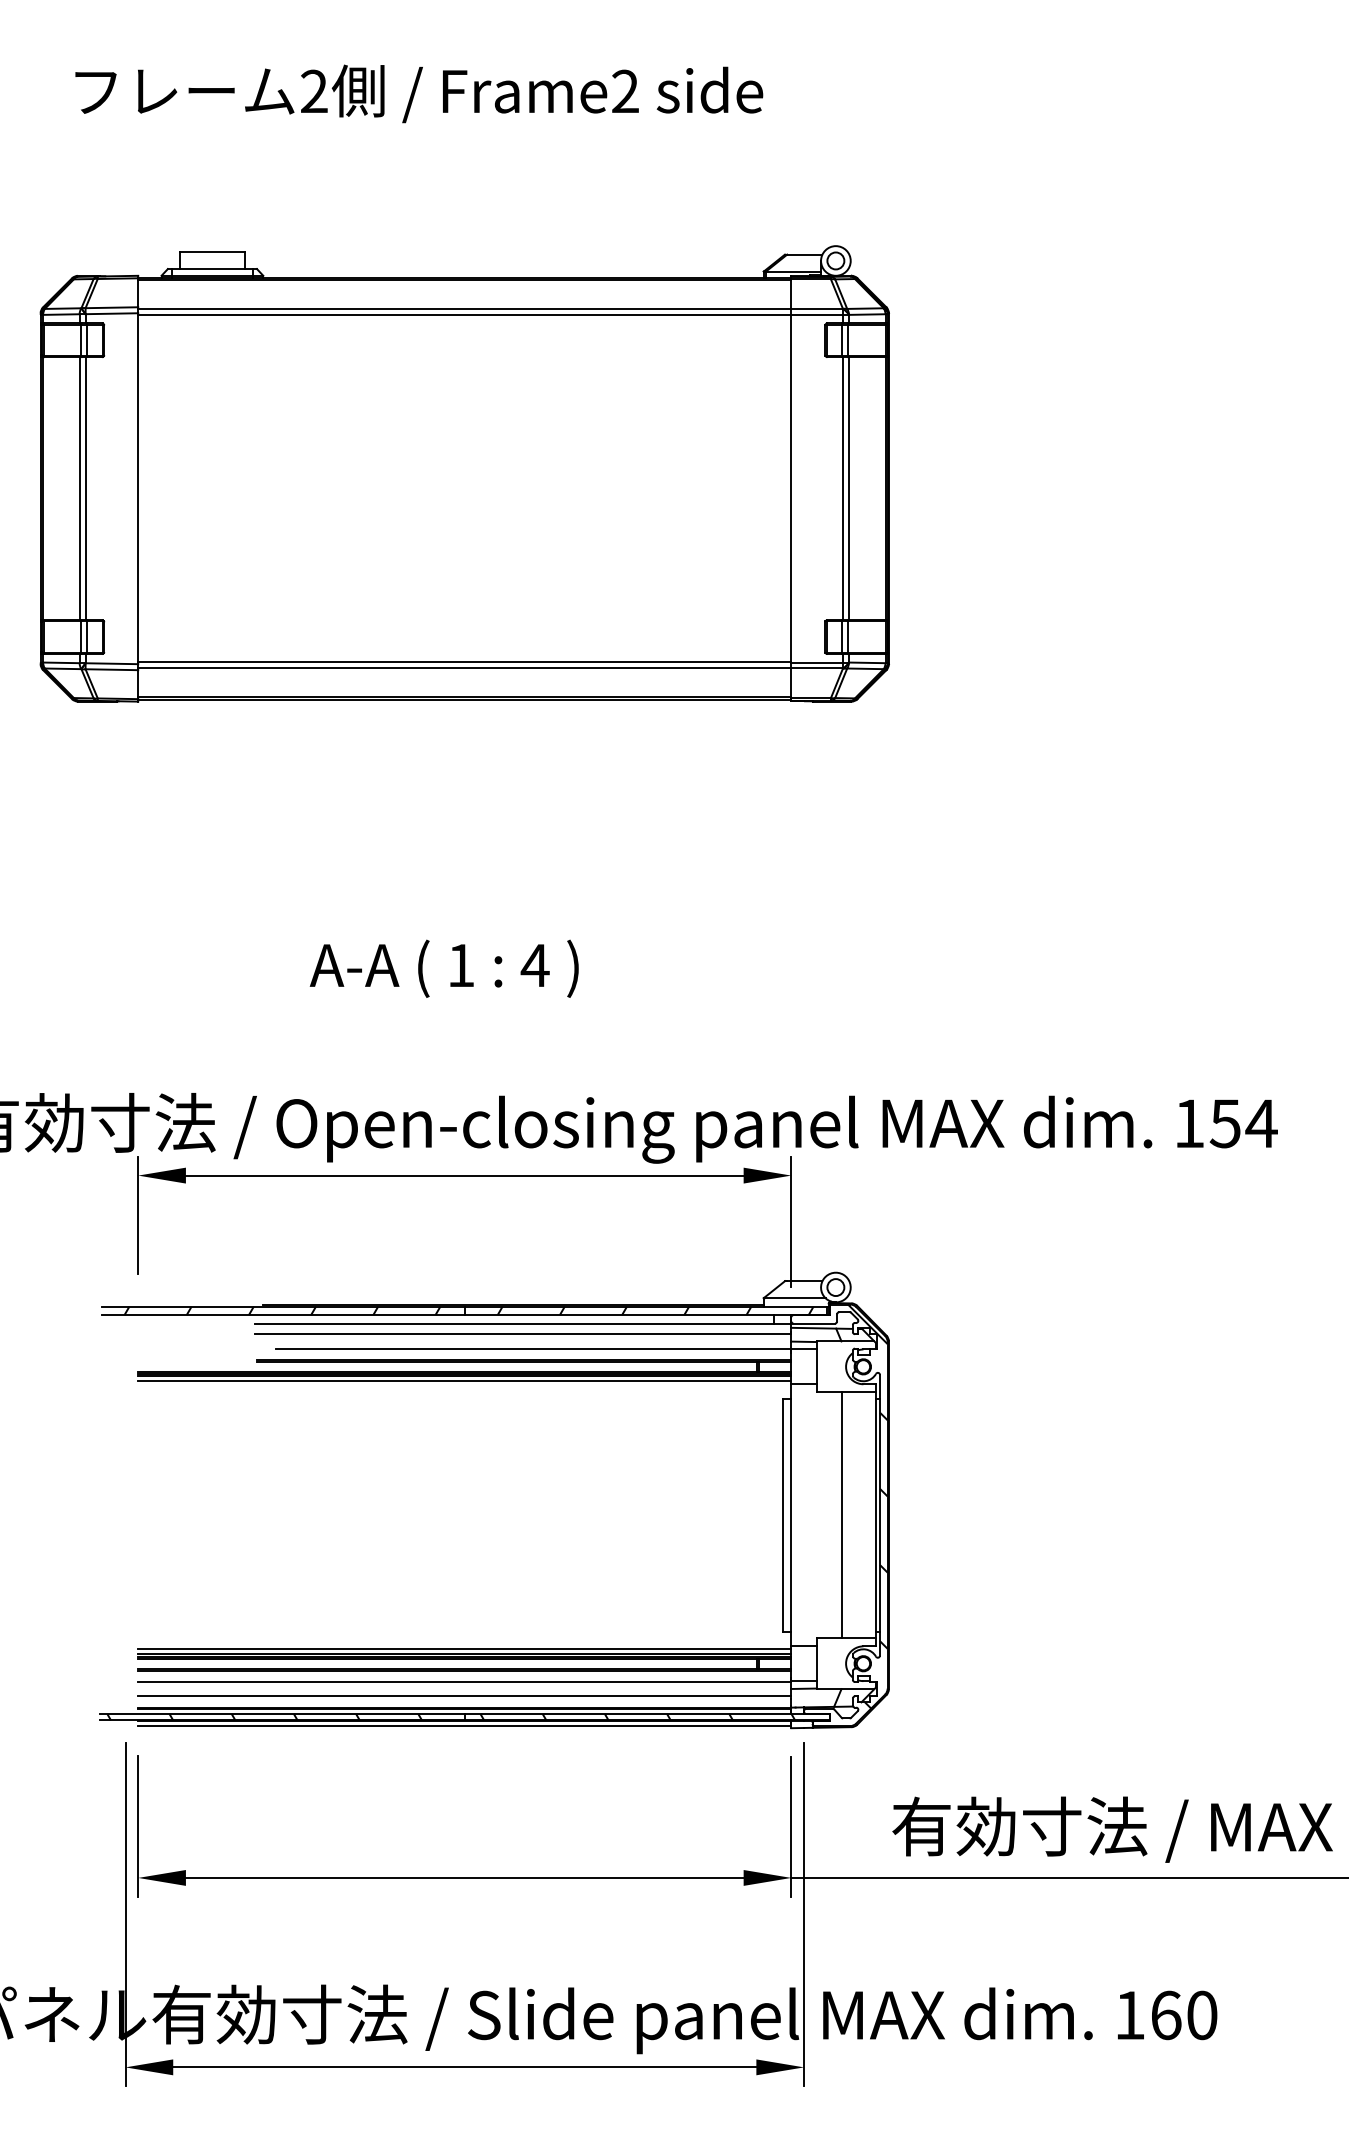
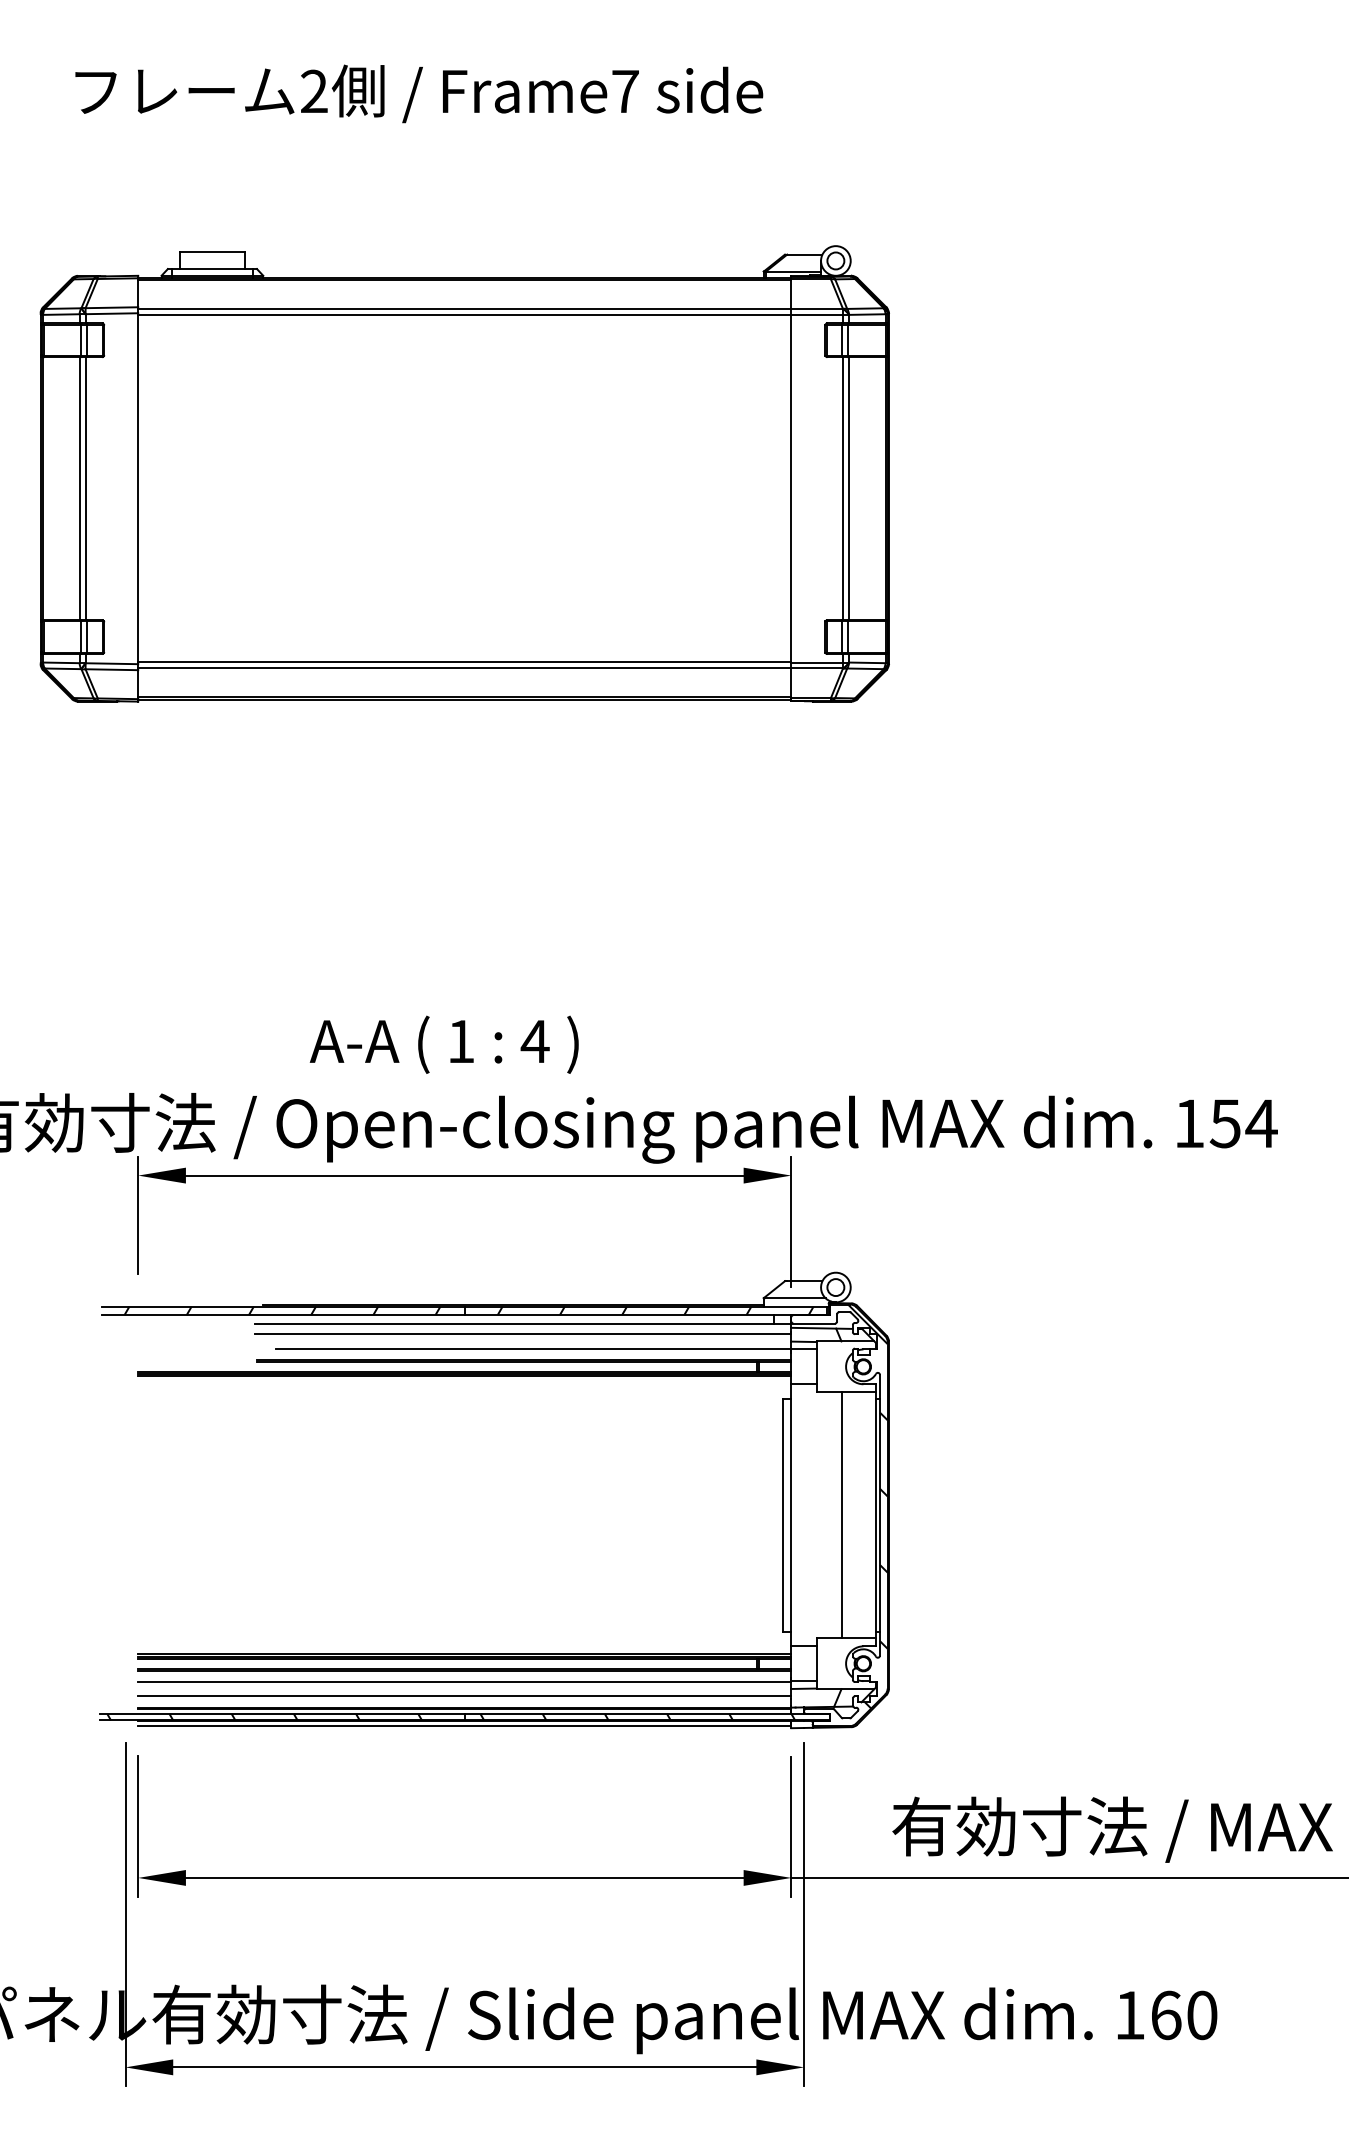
text at (625, 90): Frame2 -> Frame7
text at (443, 968) position: (443, 968) -> (443, 1044)
line at (464, 1381): present -> none
line at (464, 1649): present -> none
